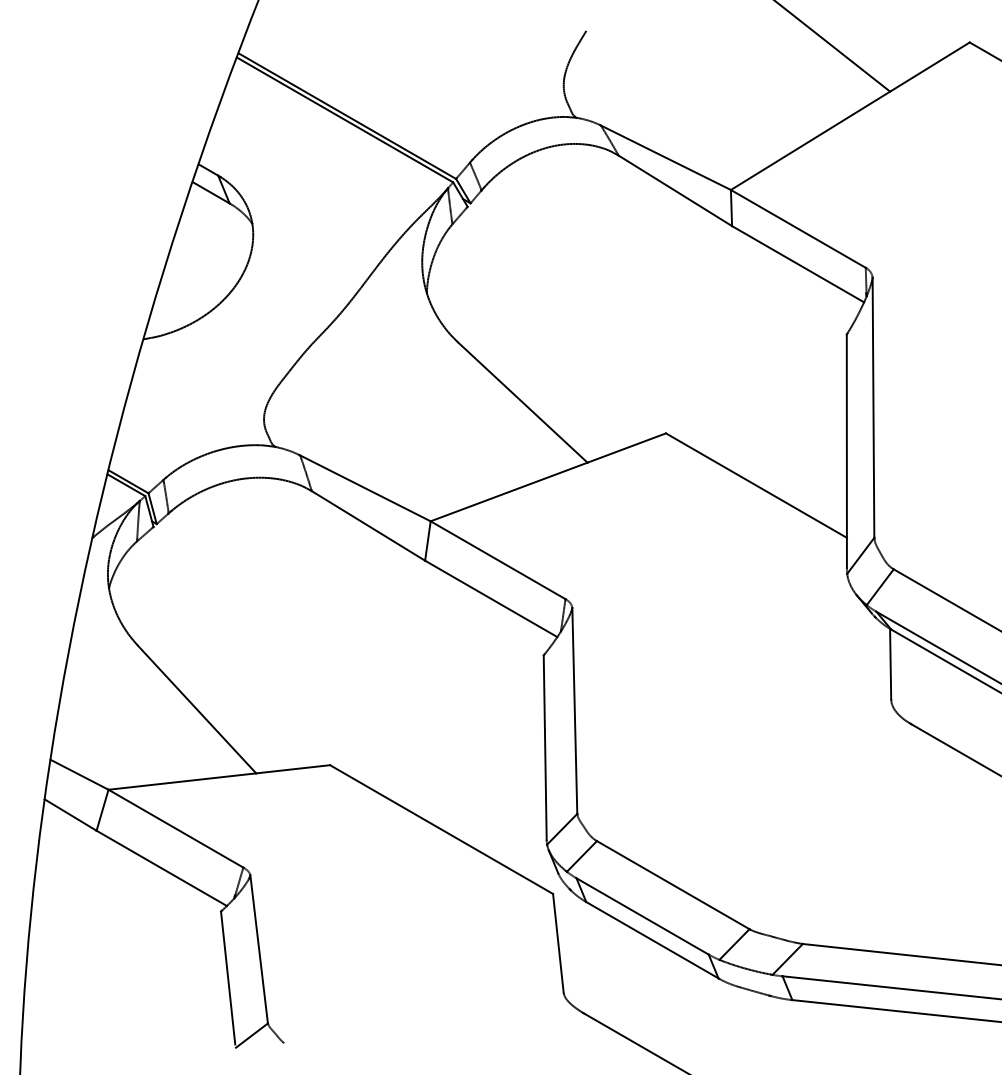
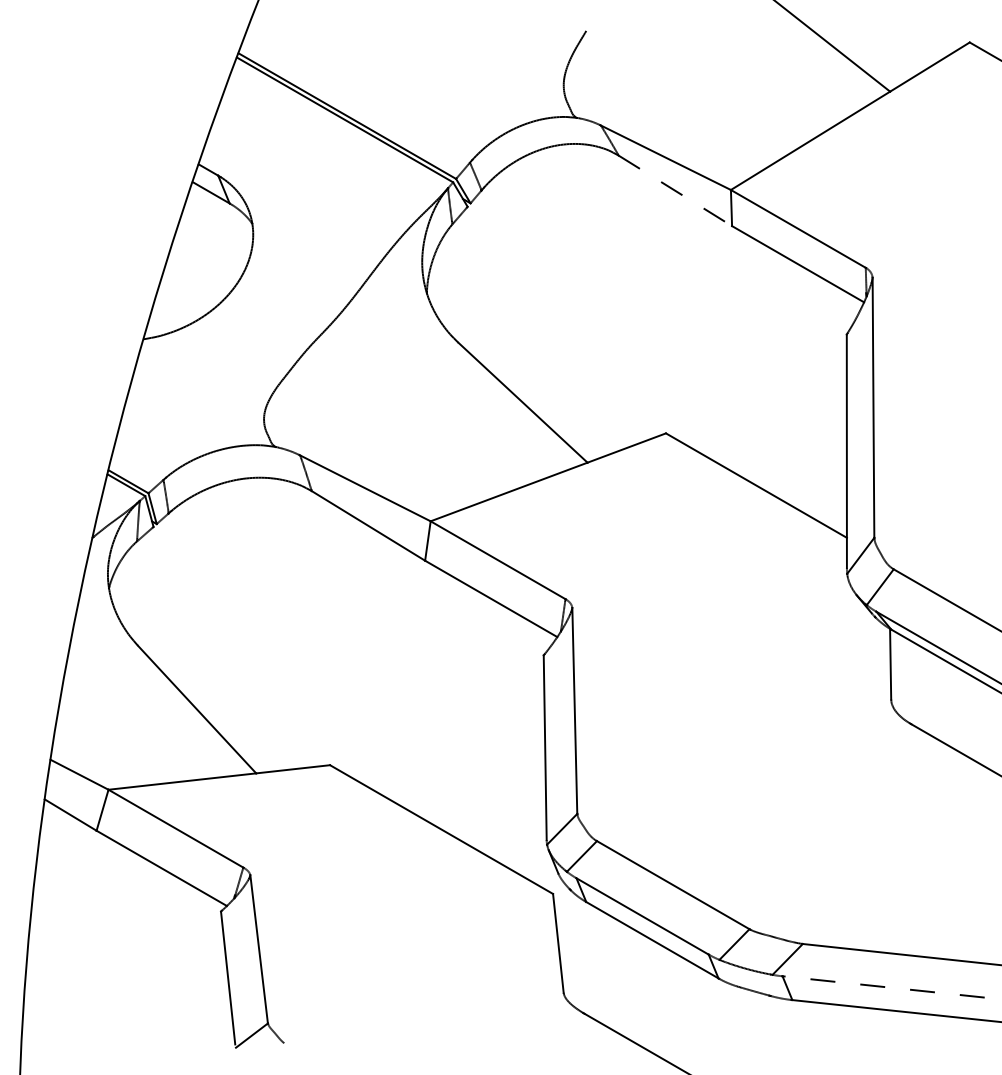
line at (675, 190): solid -> dashed
line at (891, 987): solid -> dashed
